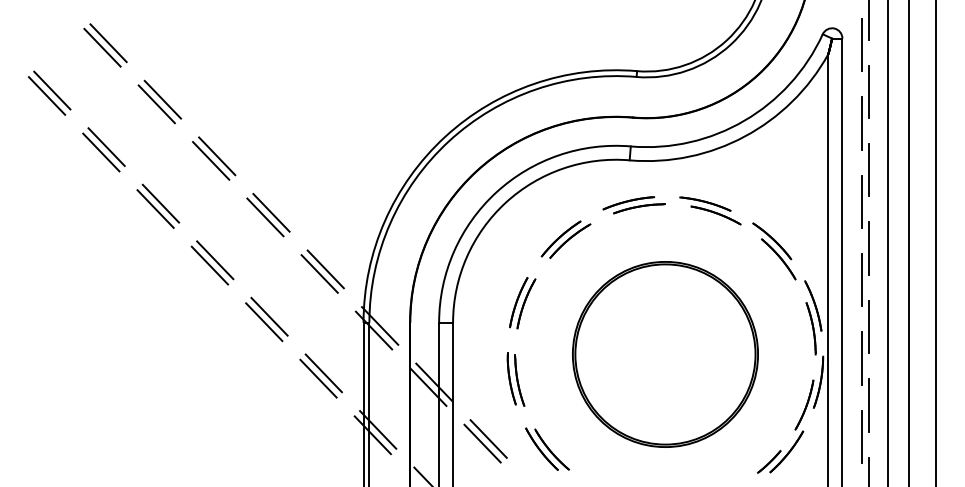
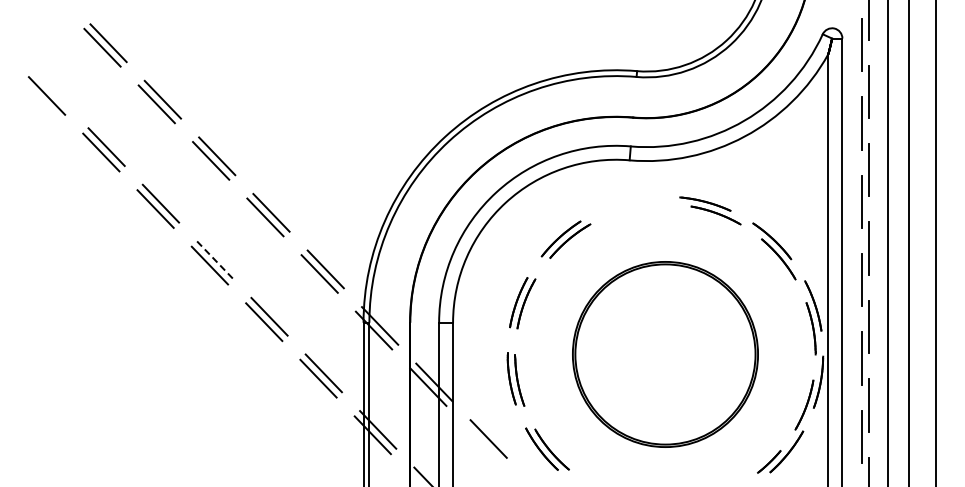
line at (52, 90): present -> none
part at (633, 205): present -> none
line at (215, 260): solid -> dashed
line at (482, 443): present -> none
